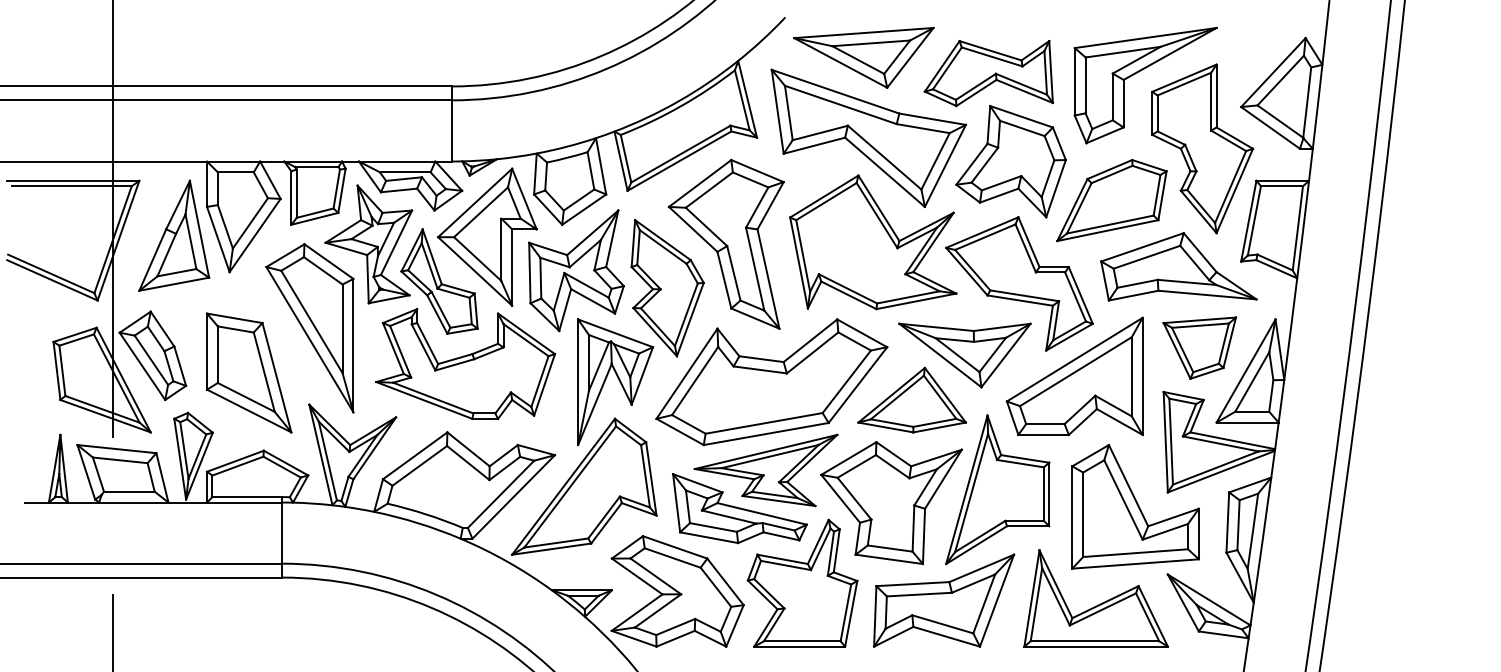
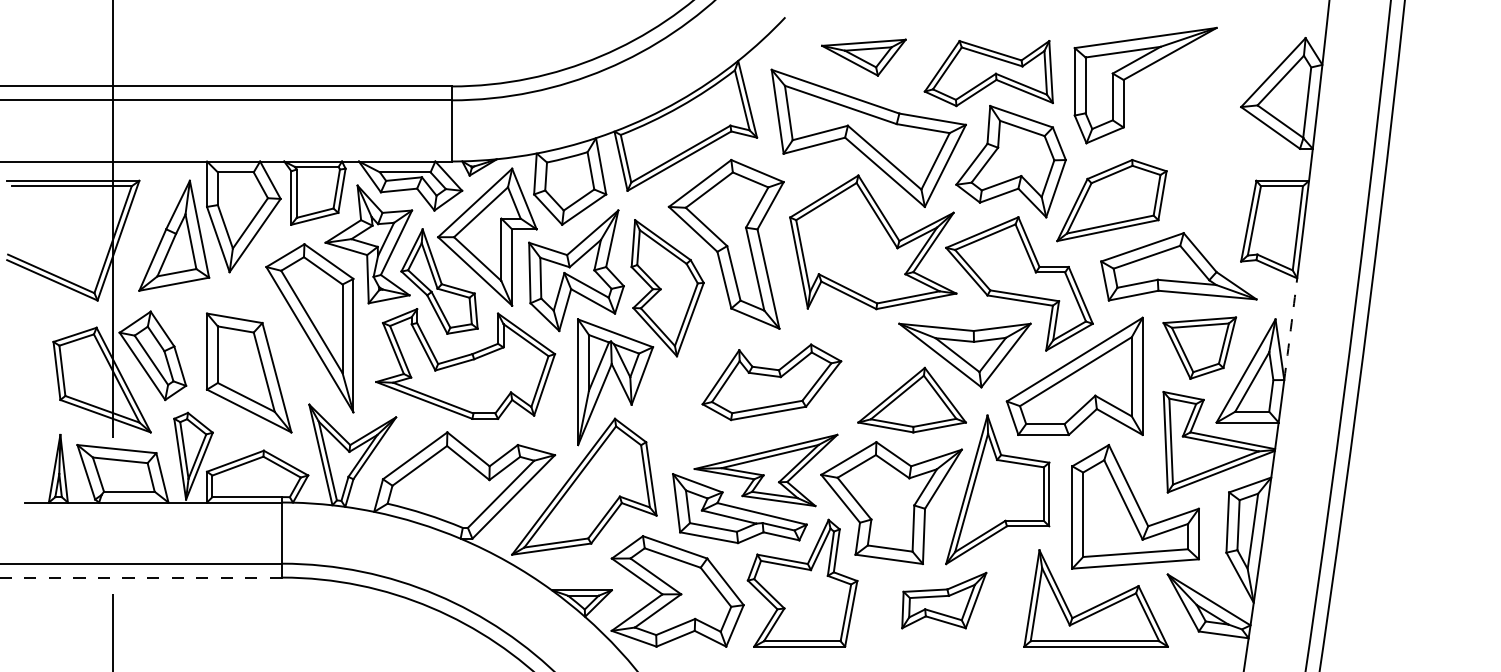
part at (863, 57) size: 142x63 px -> 86x39 px
part at (1202, 148): present -> none
arc at (1290, 329): solid -> dashed
part at (771, 382) size: 234x129 px -> 142x79 px
line at (141, 577): solid -> dashed
part at (944, 600) size: 143x95 px -> 87x59 px
